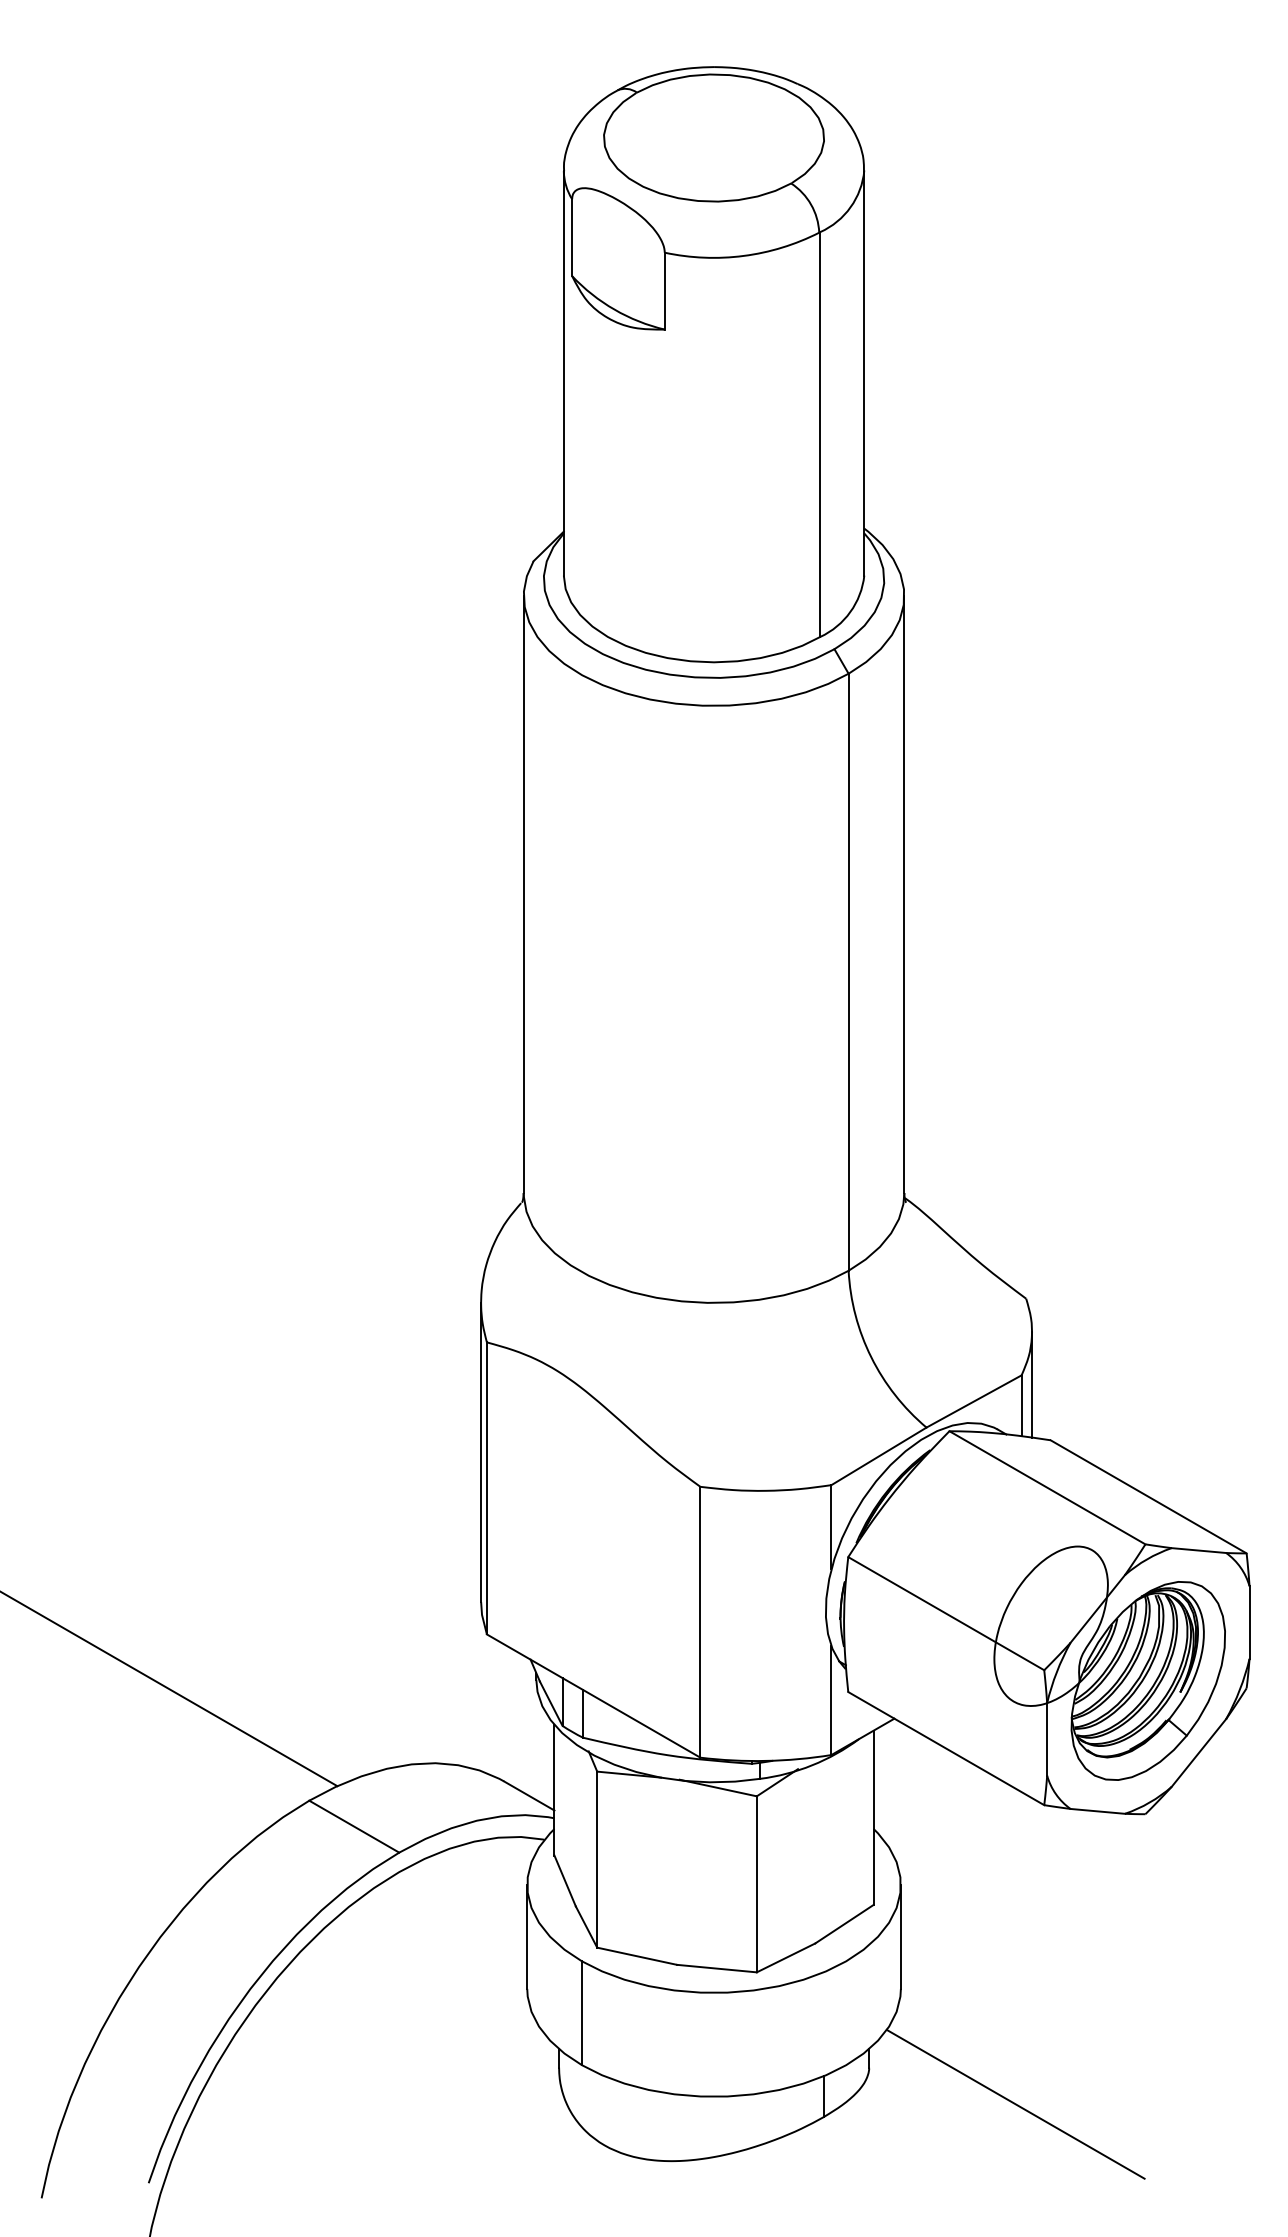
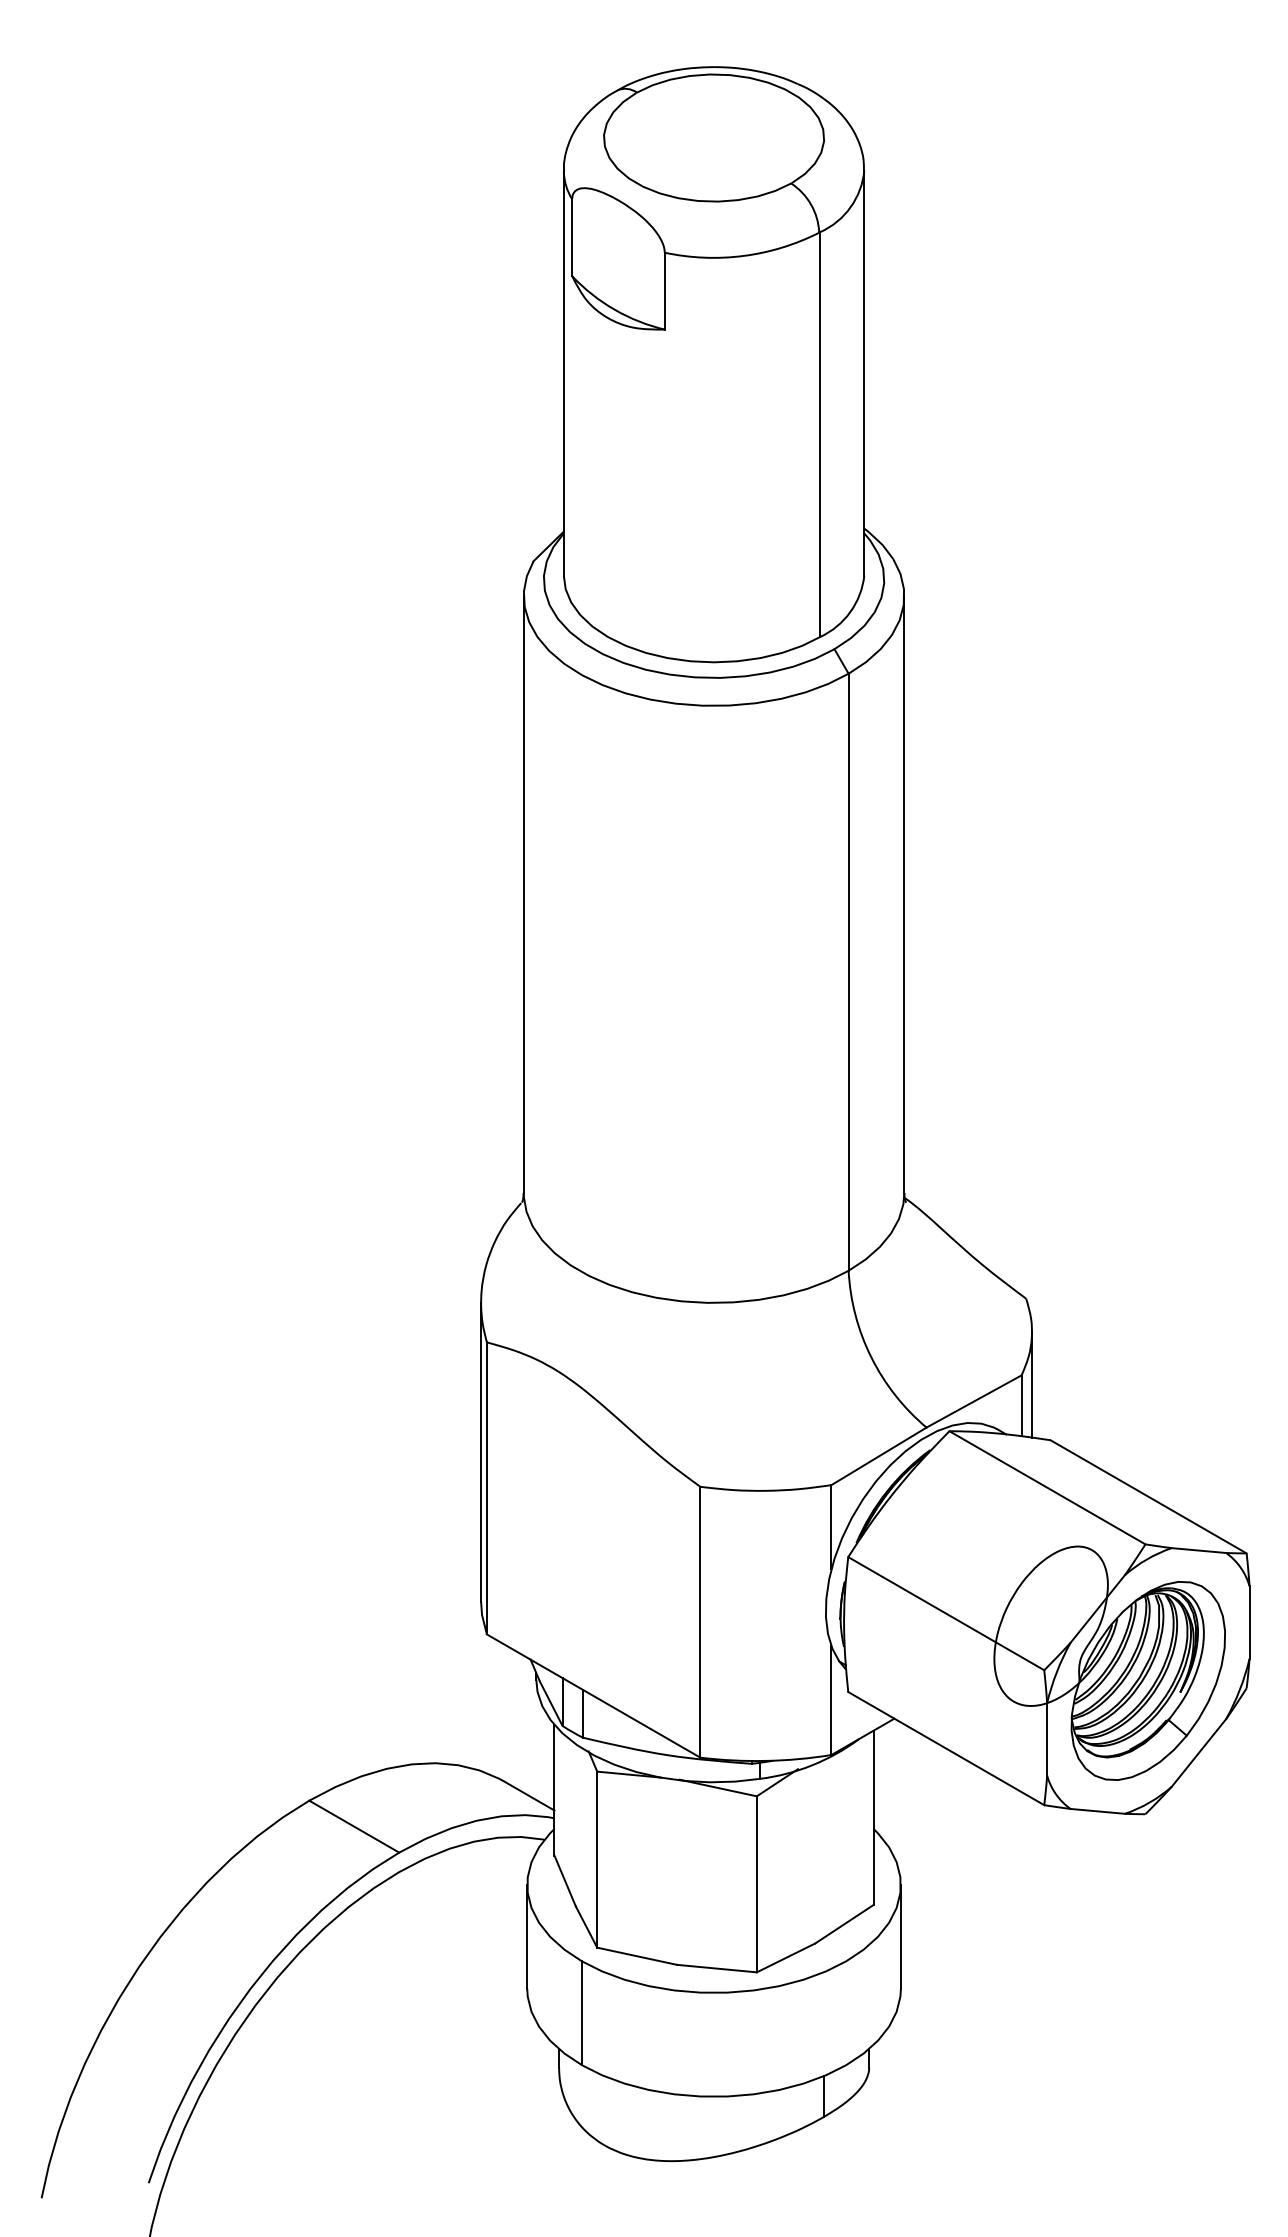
line at (169, 1689): present -> none
line at (1015, 2103): present -> none
